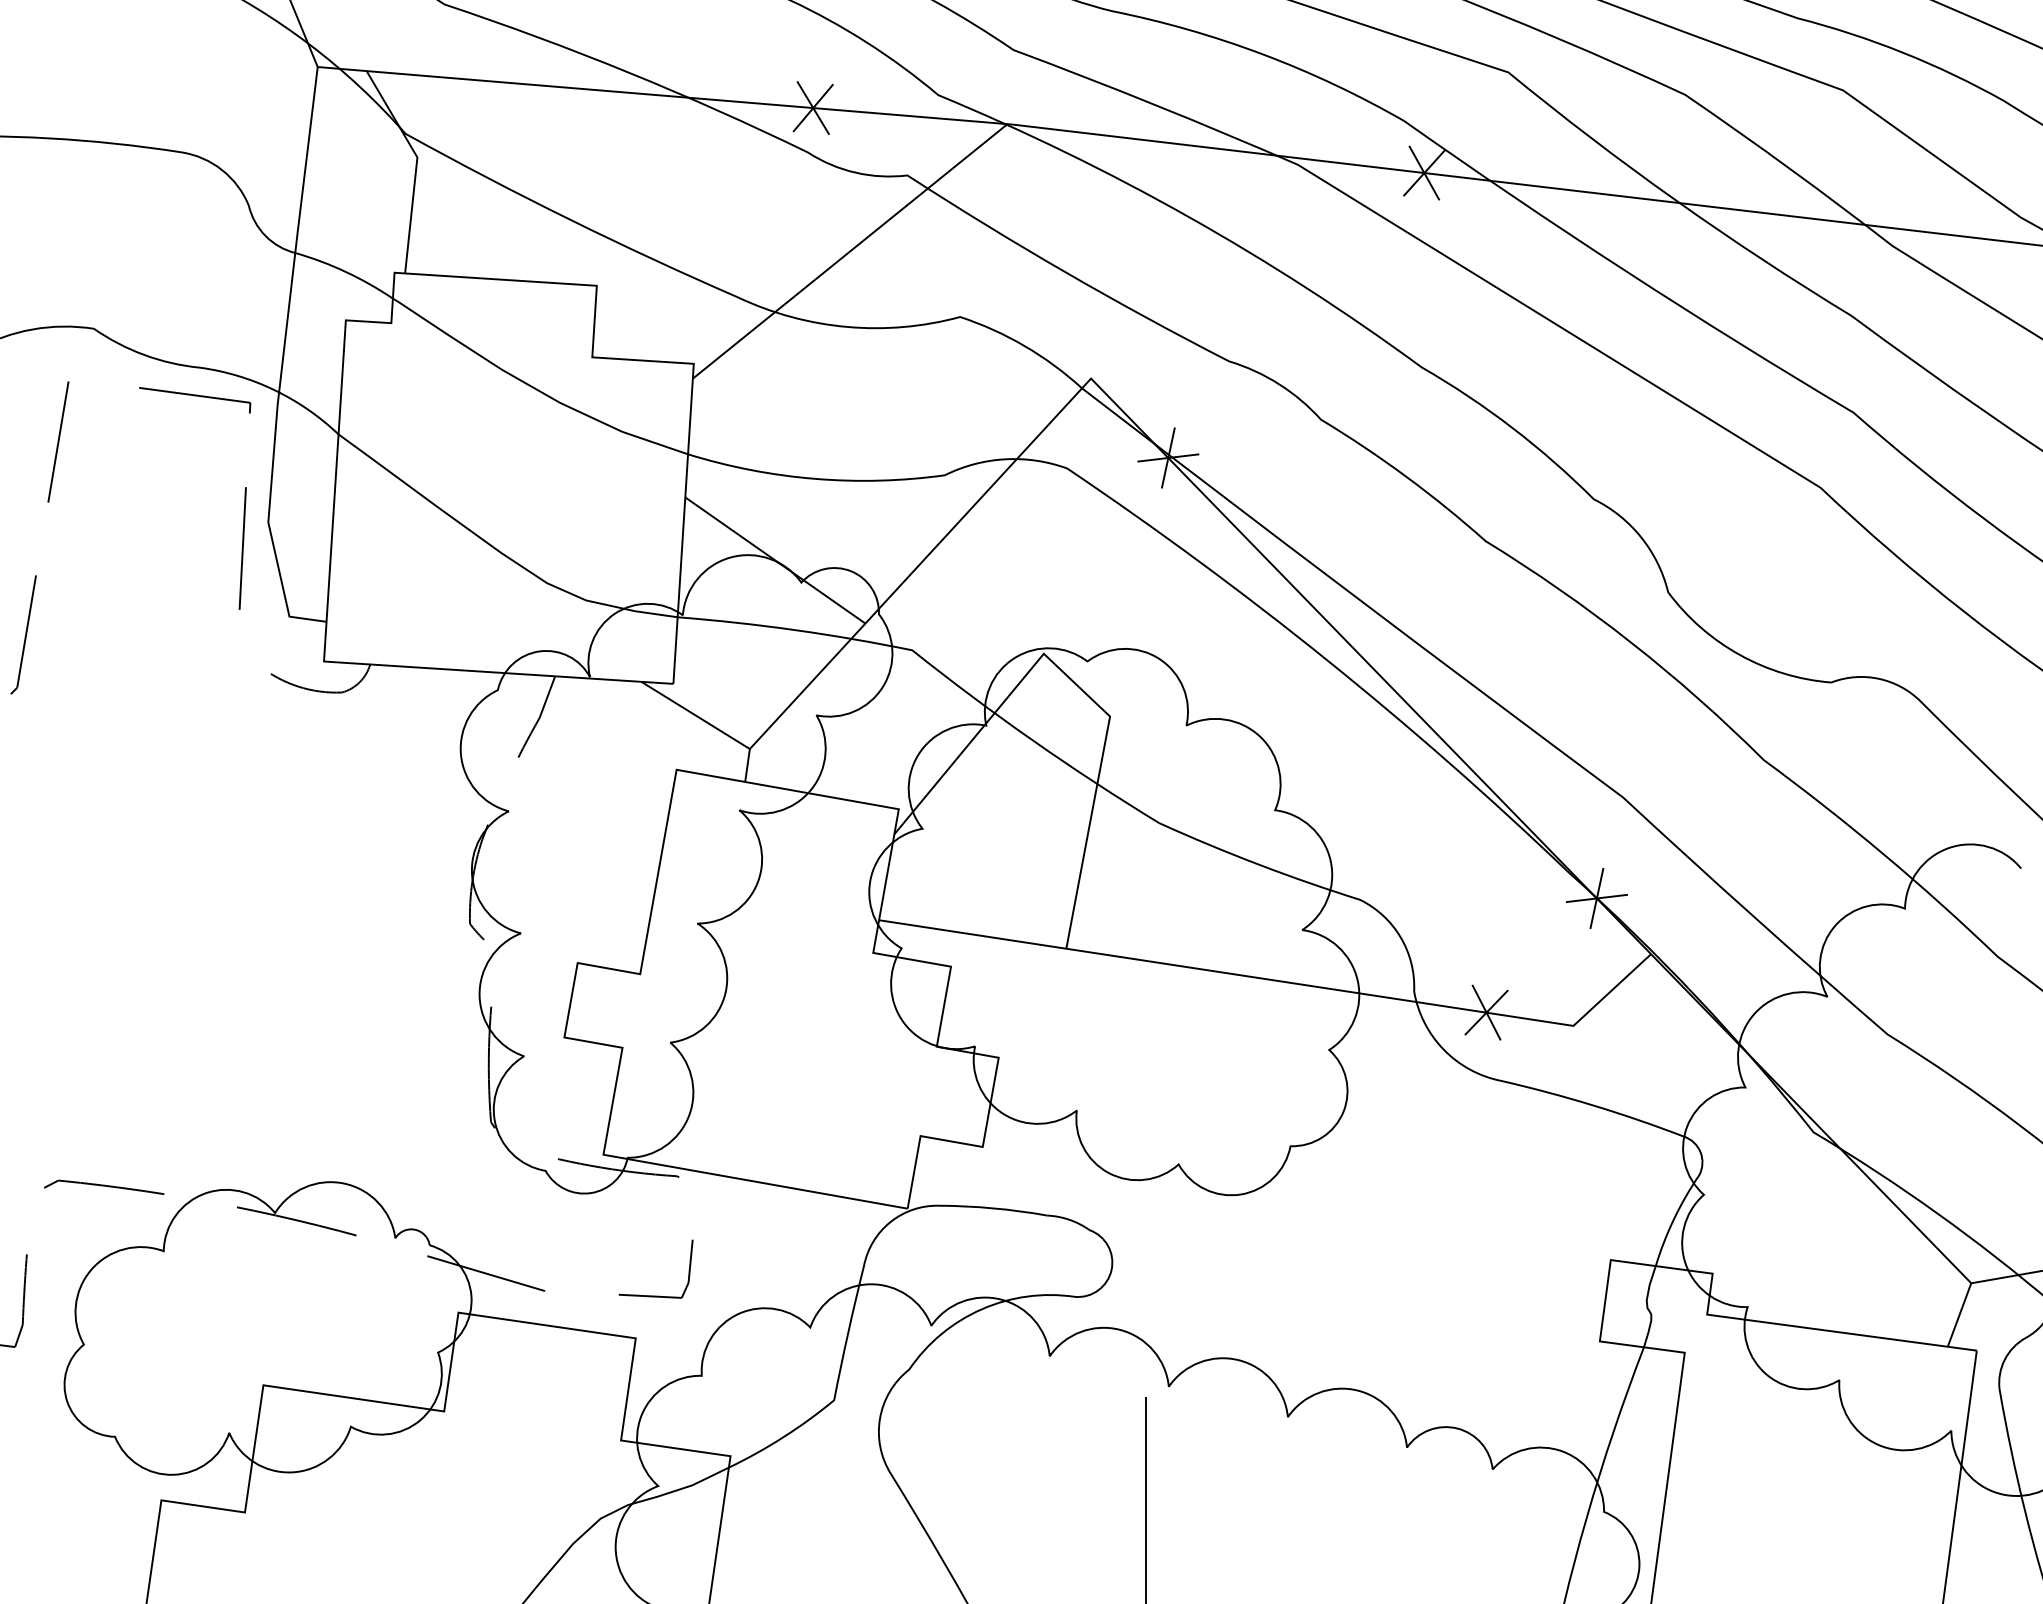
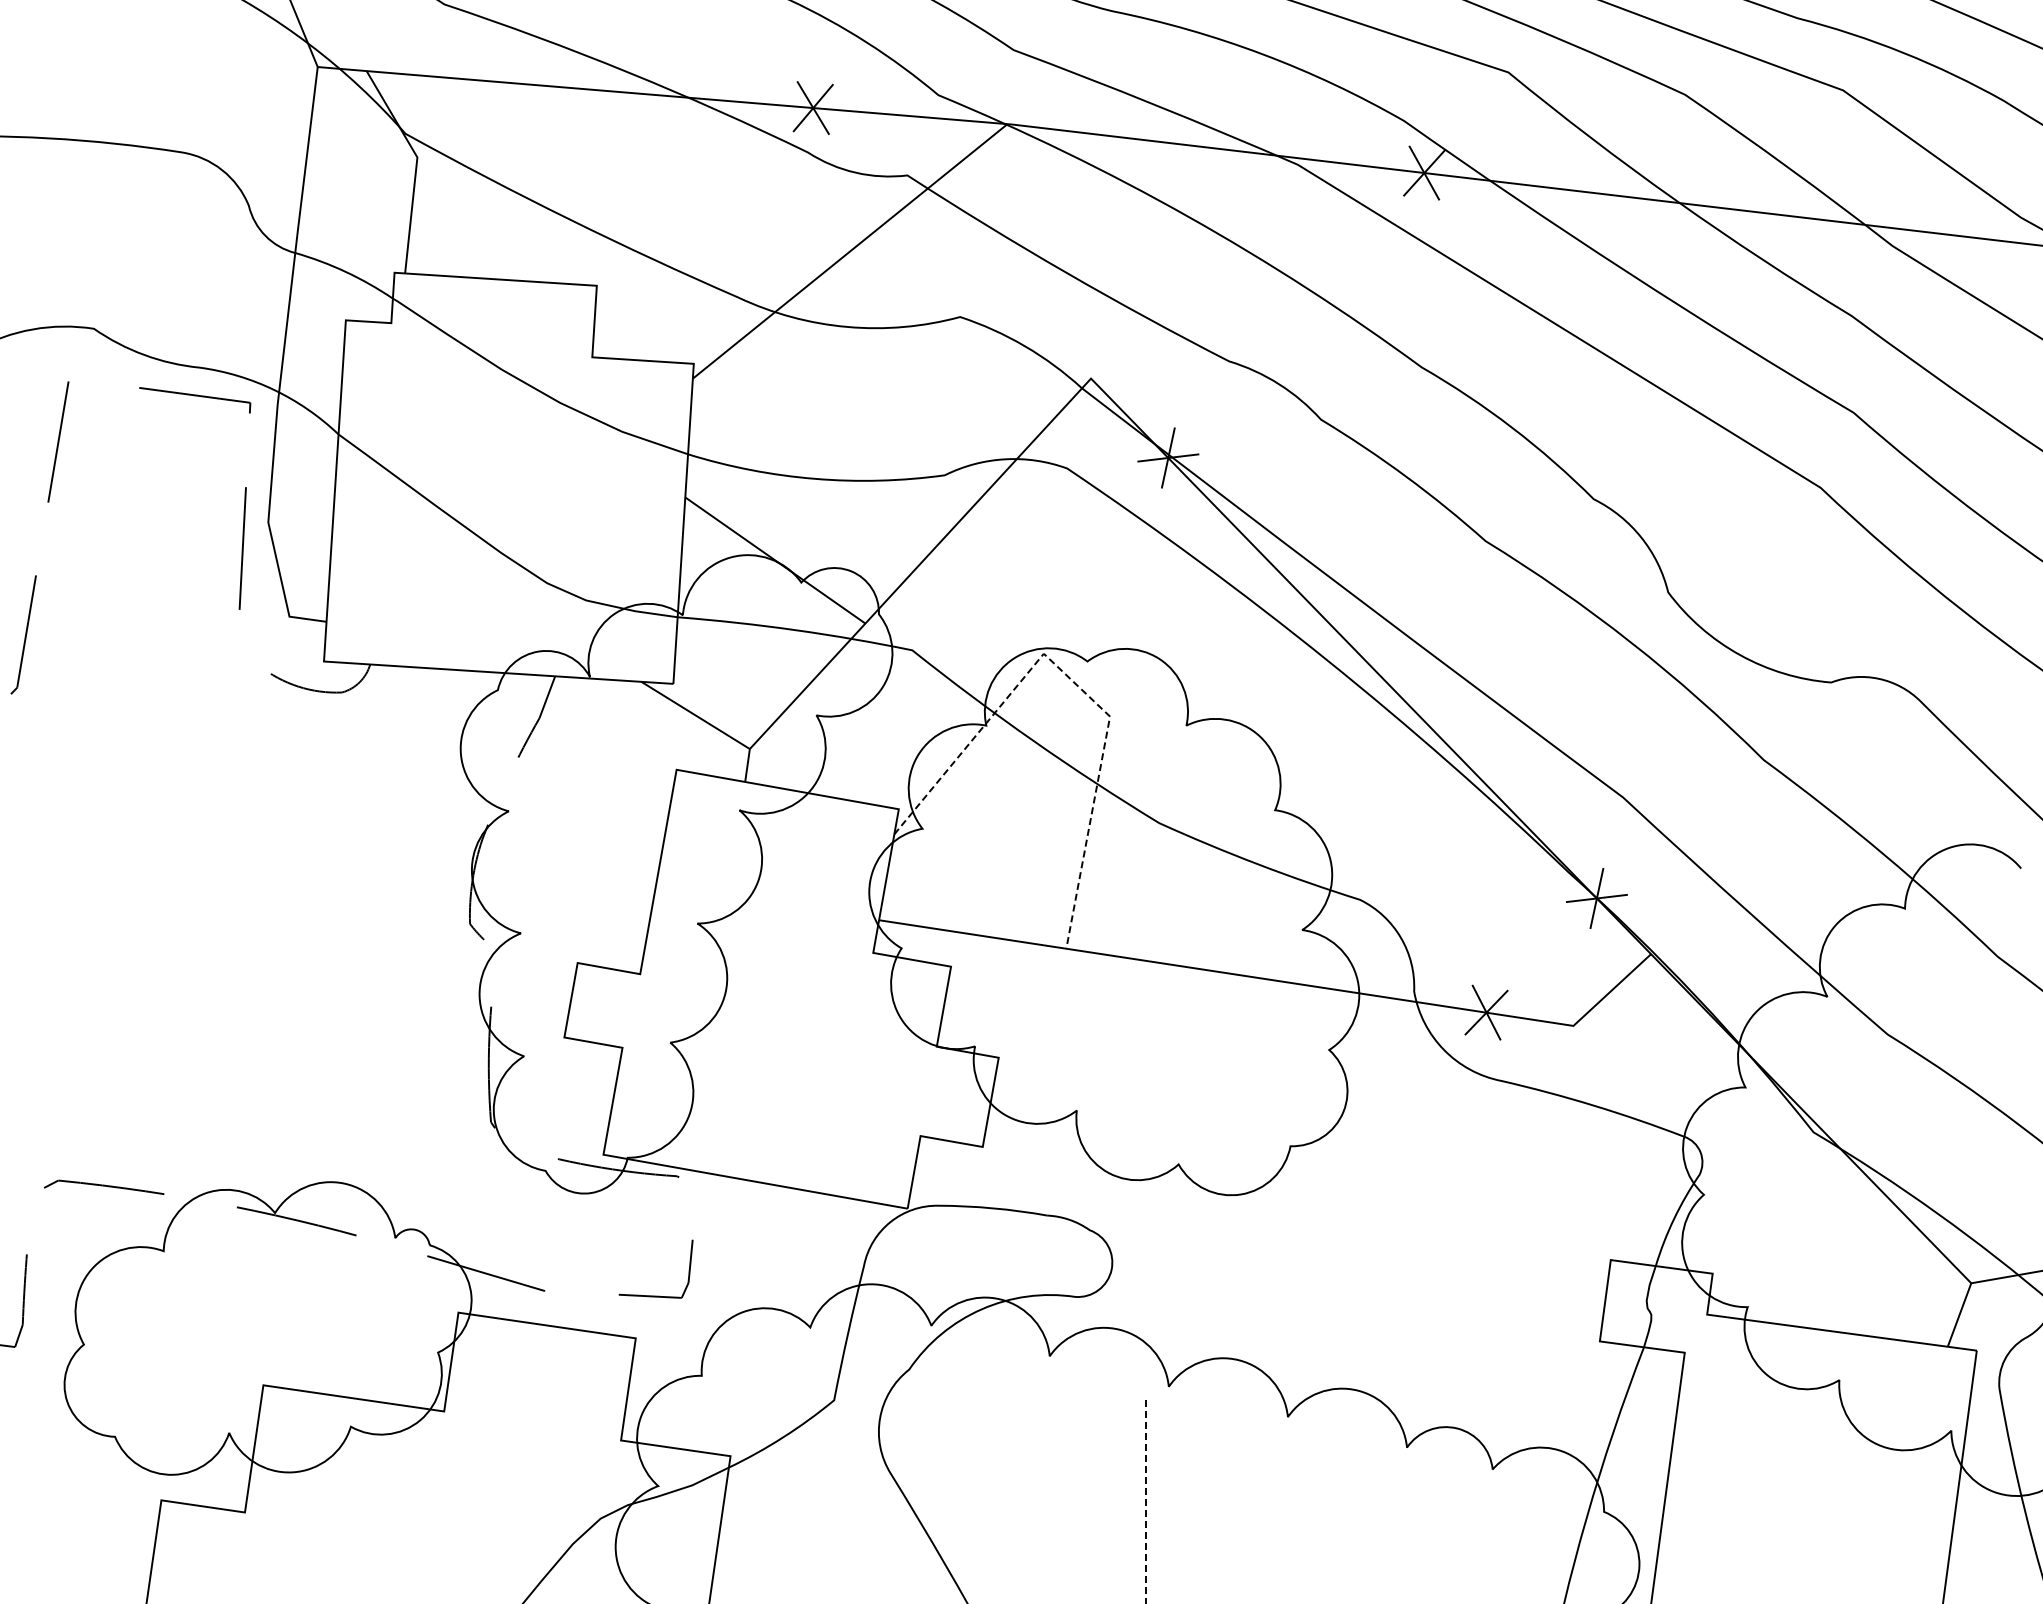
line at (1077, 685): solid -> dashed
line at (1145, 1500): solid -> dashed
